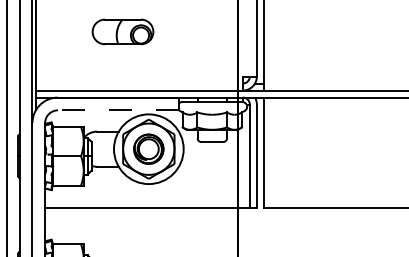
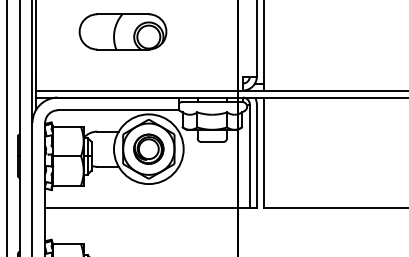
part at (122, 31) size: 64x28 px -> 90x38 px
line at (118, 110): dashed -> solid
